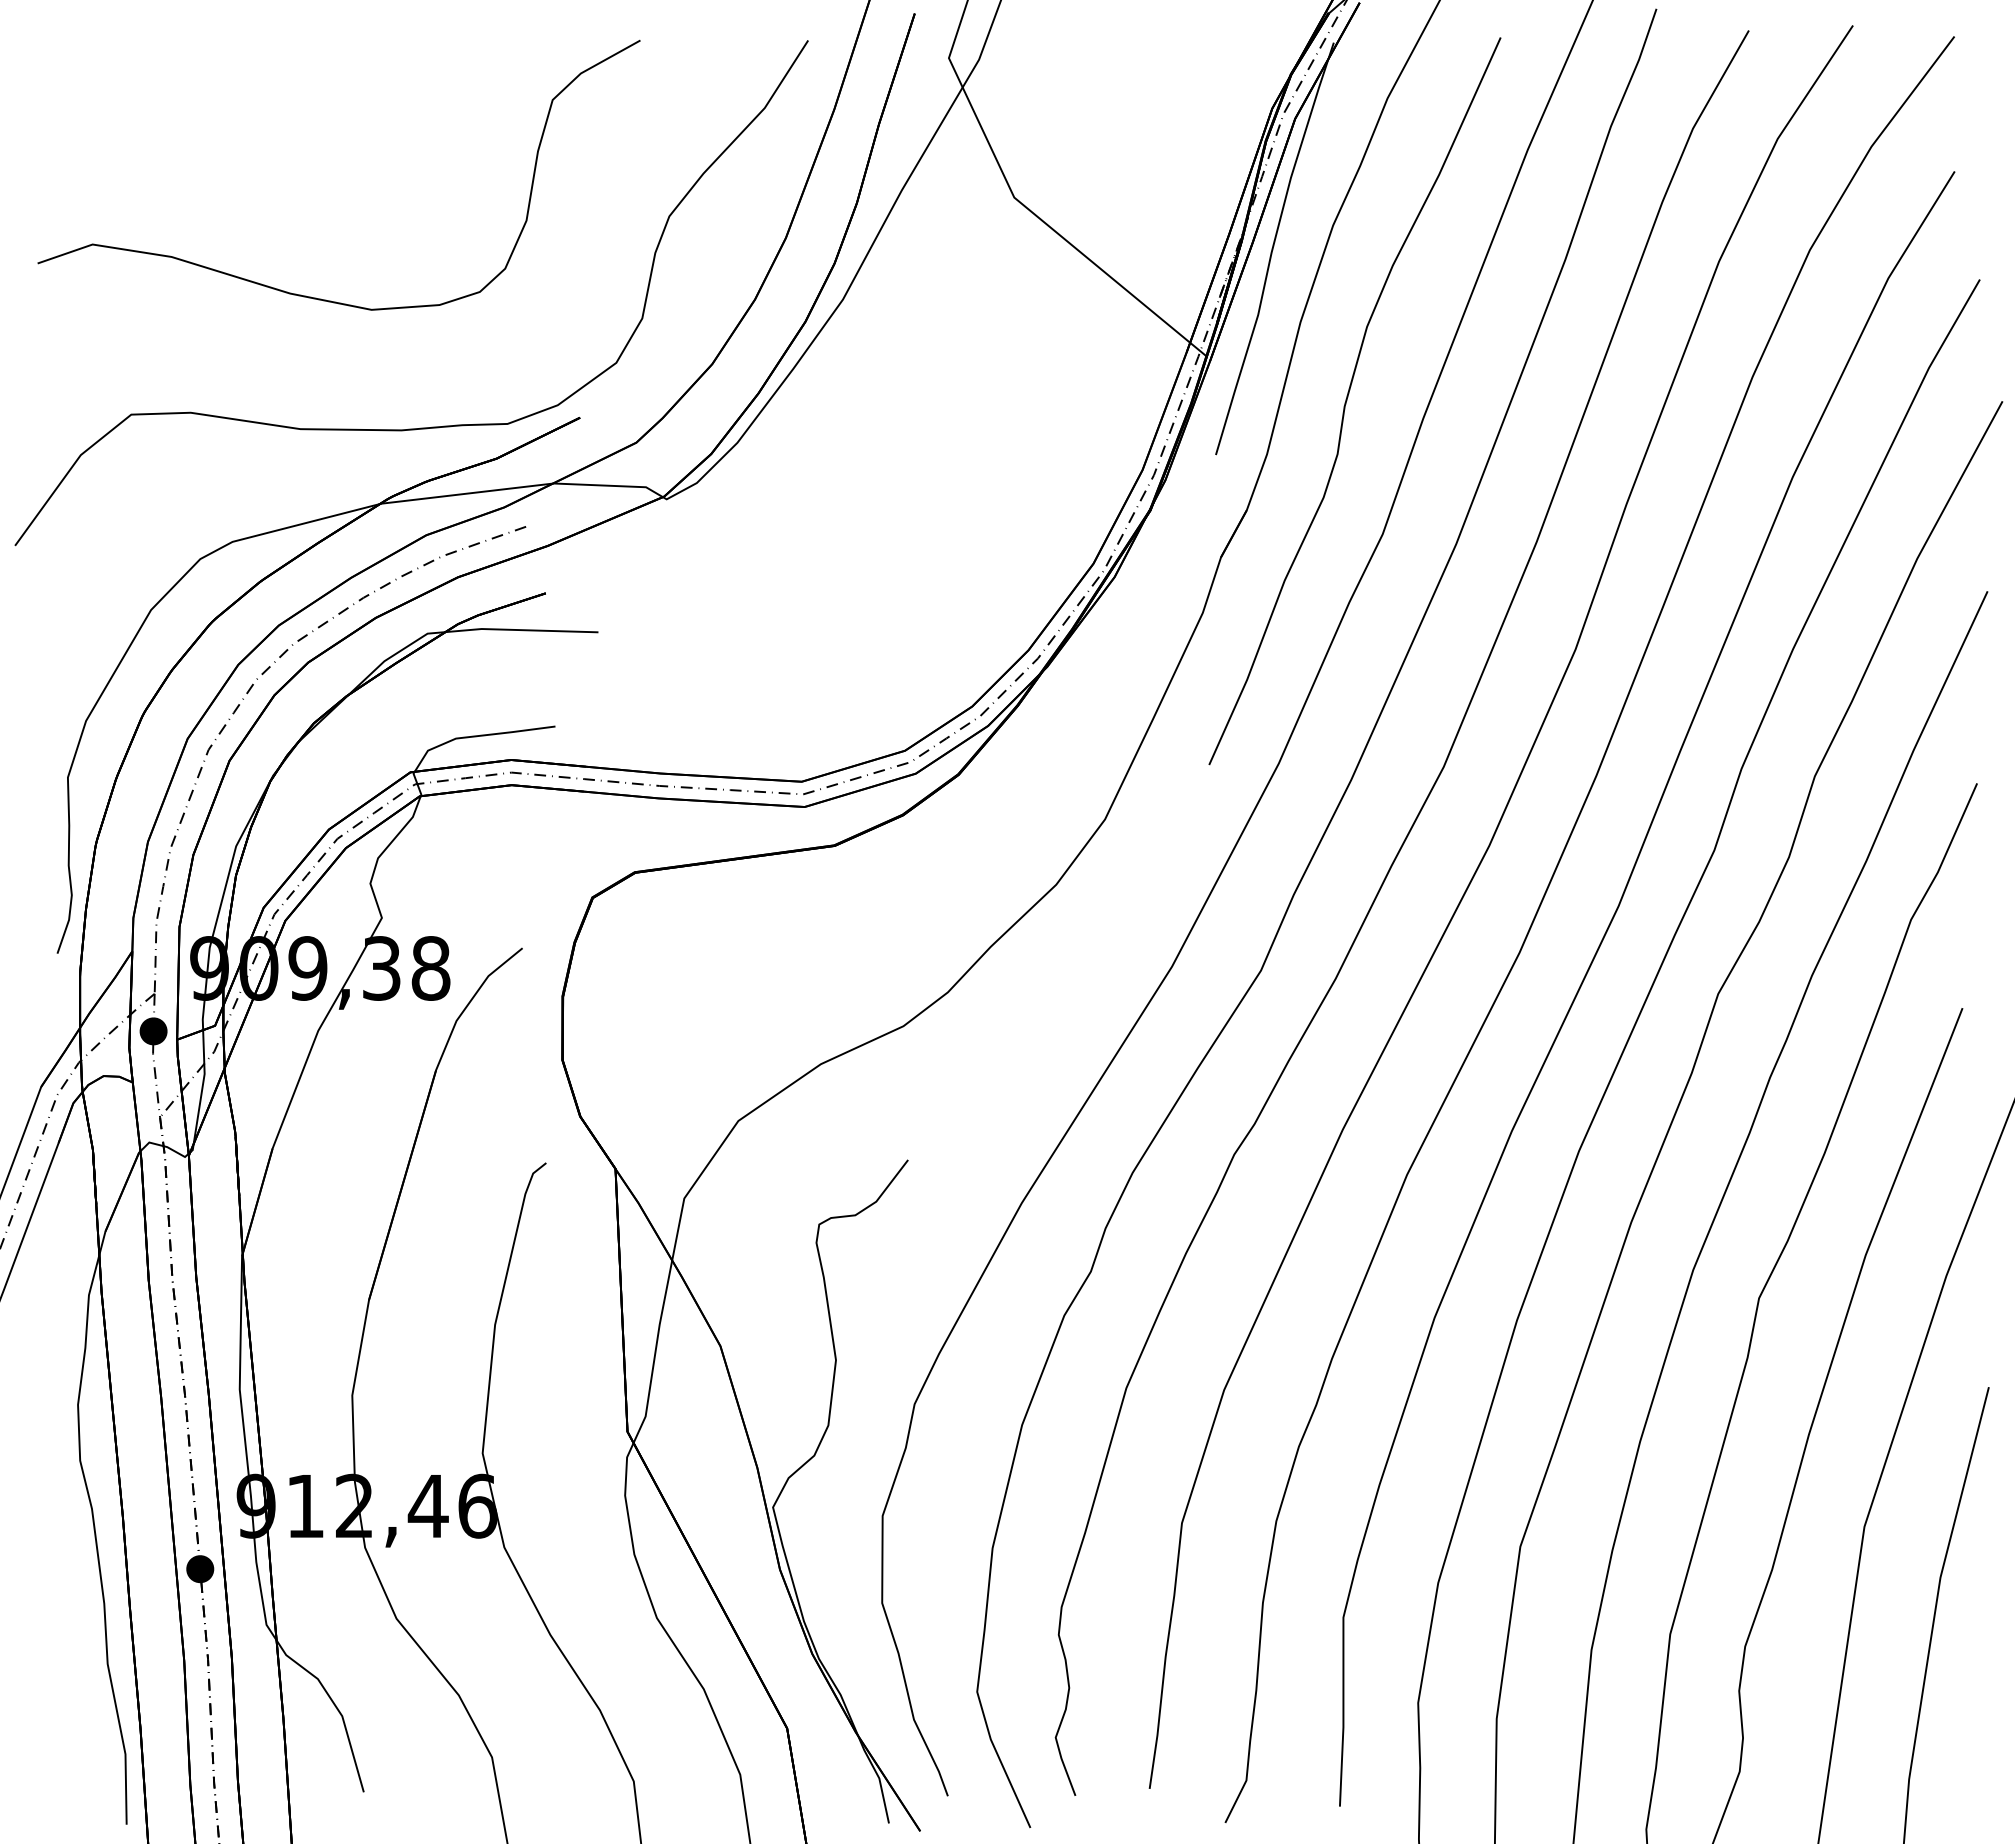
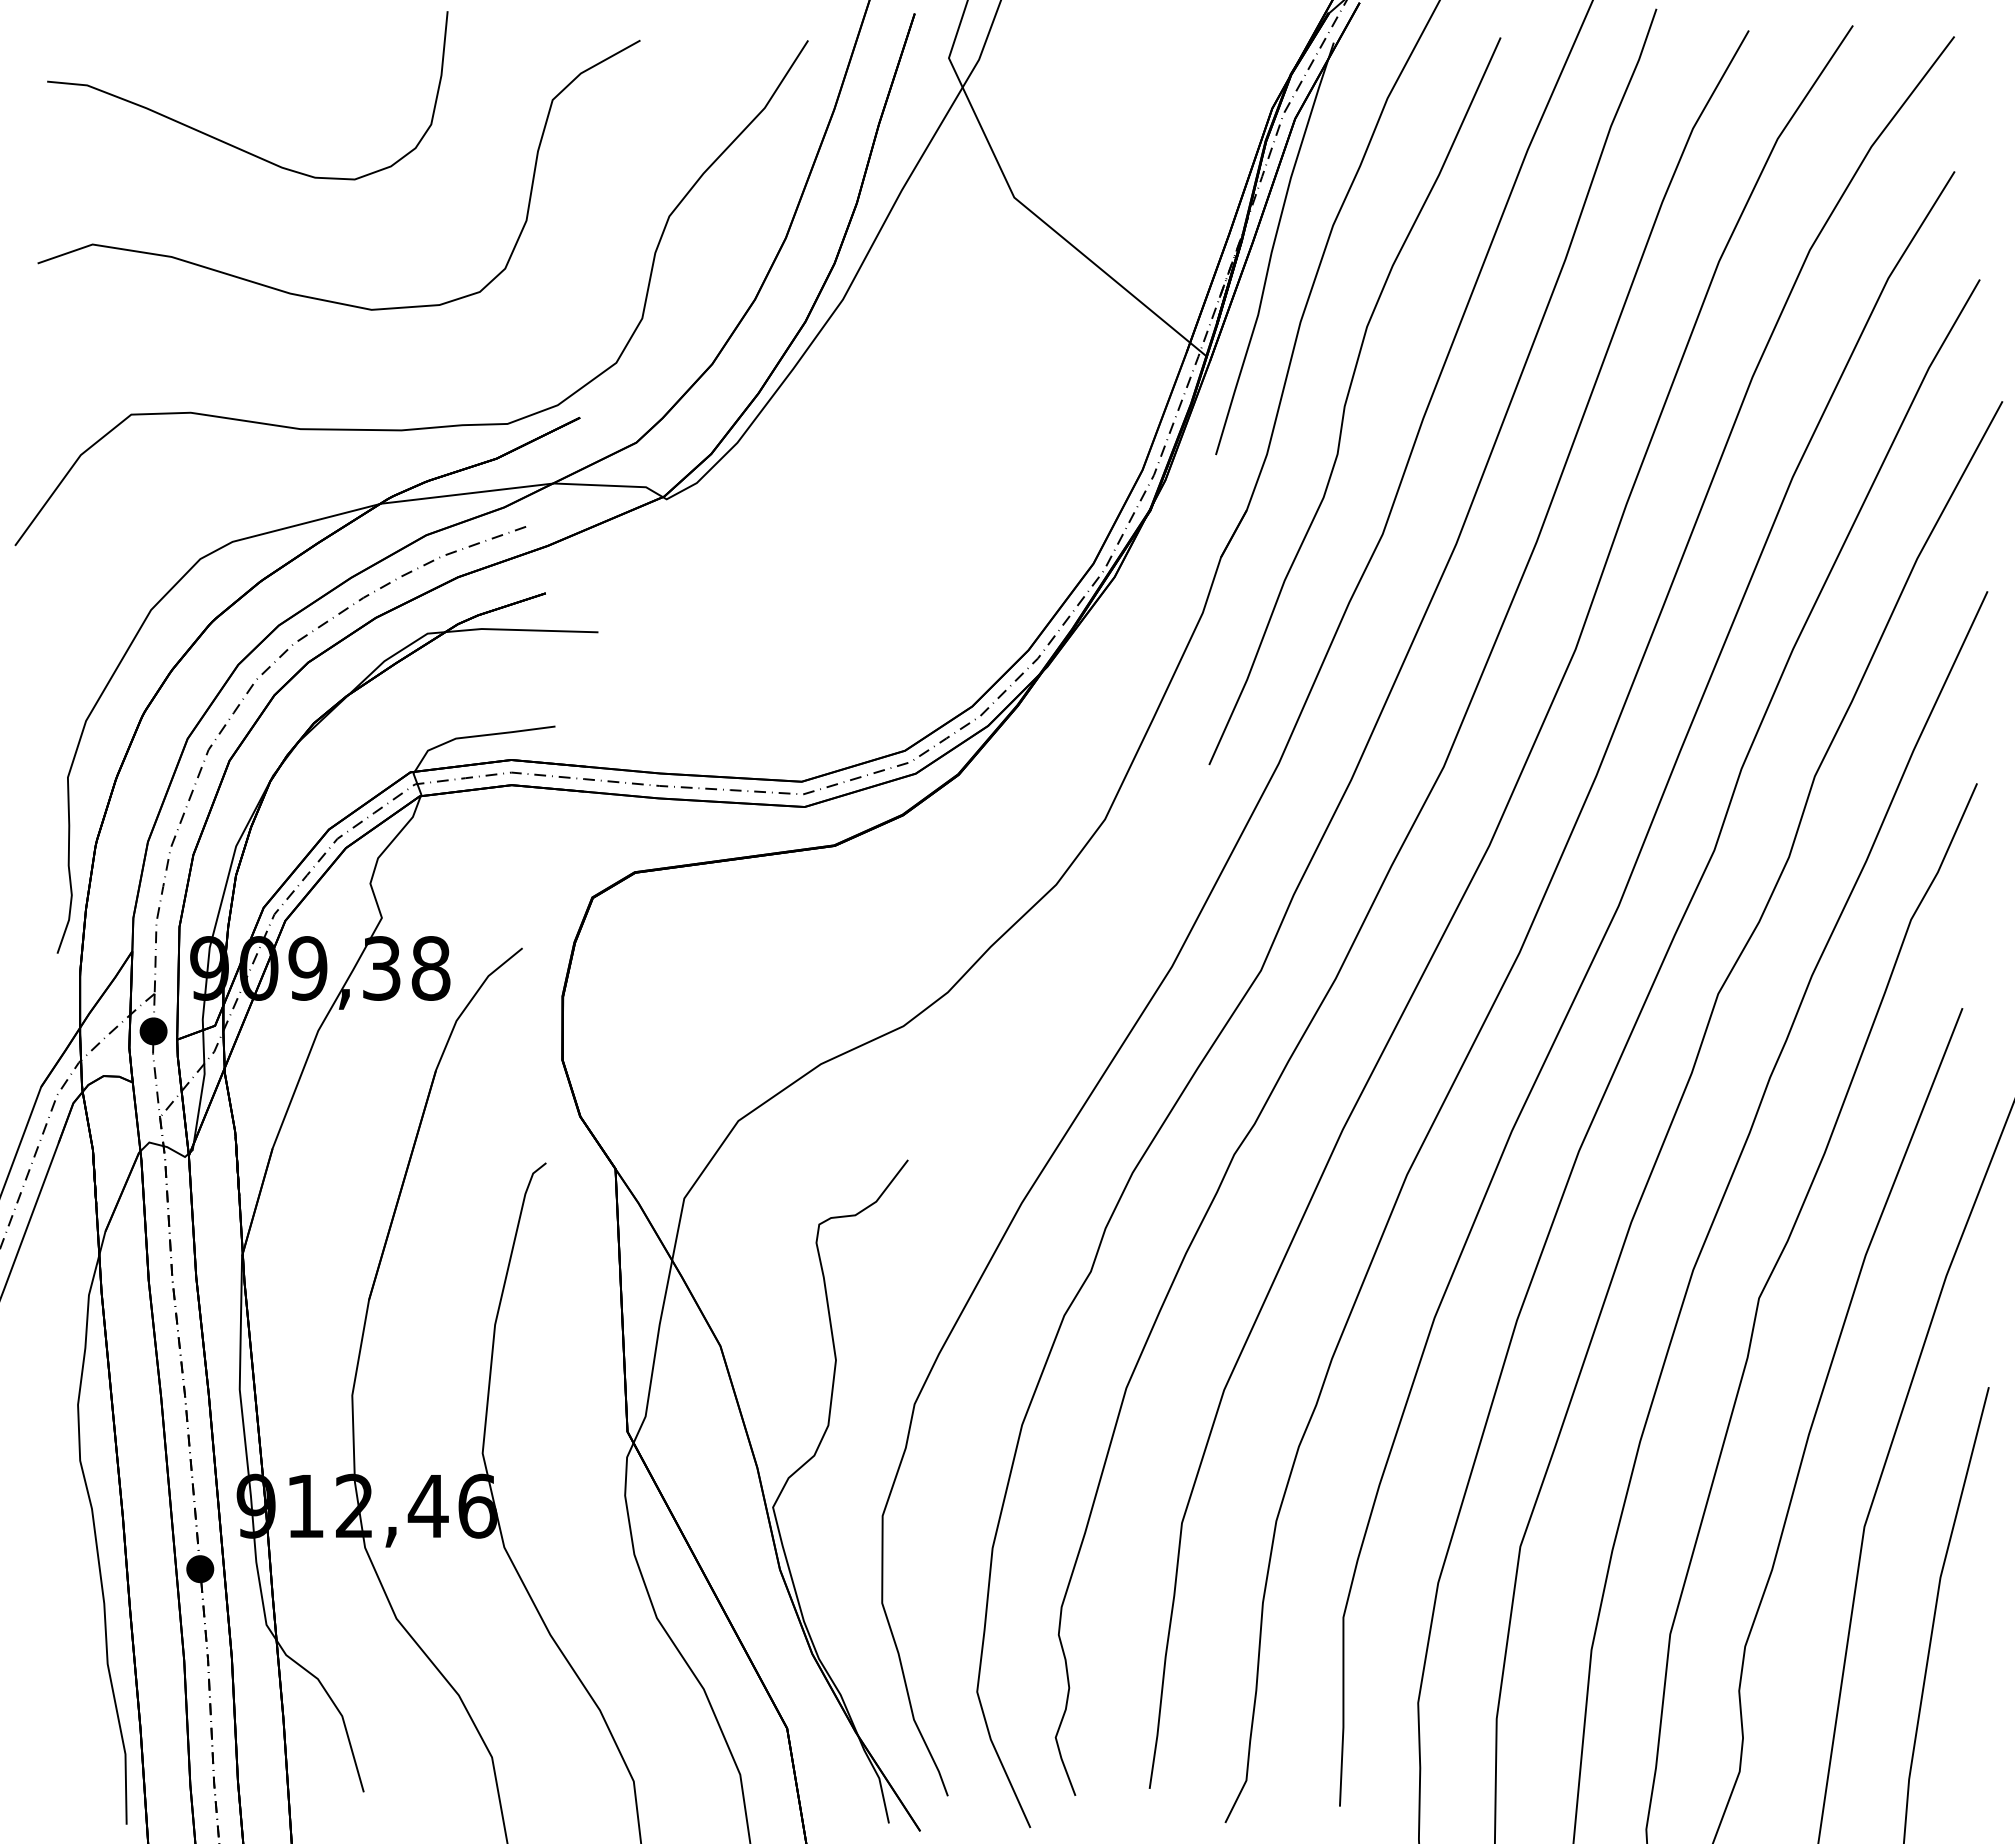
curve at (225, 141): none -> present
